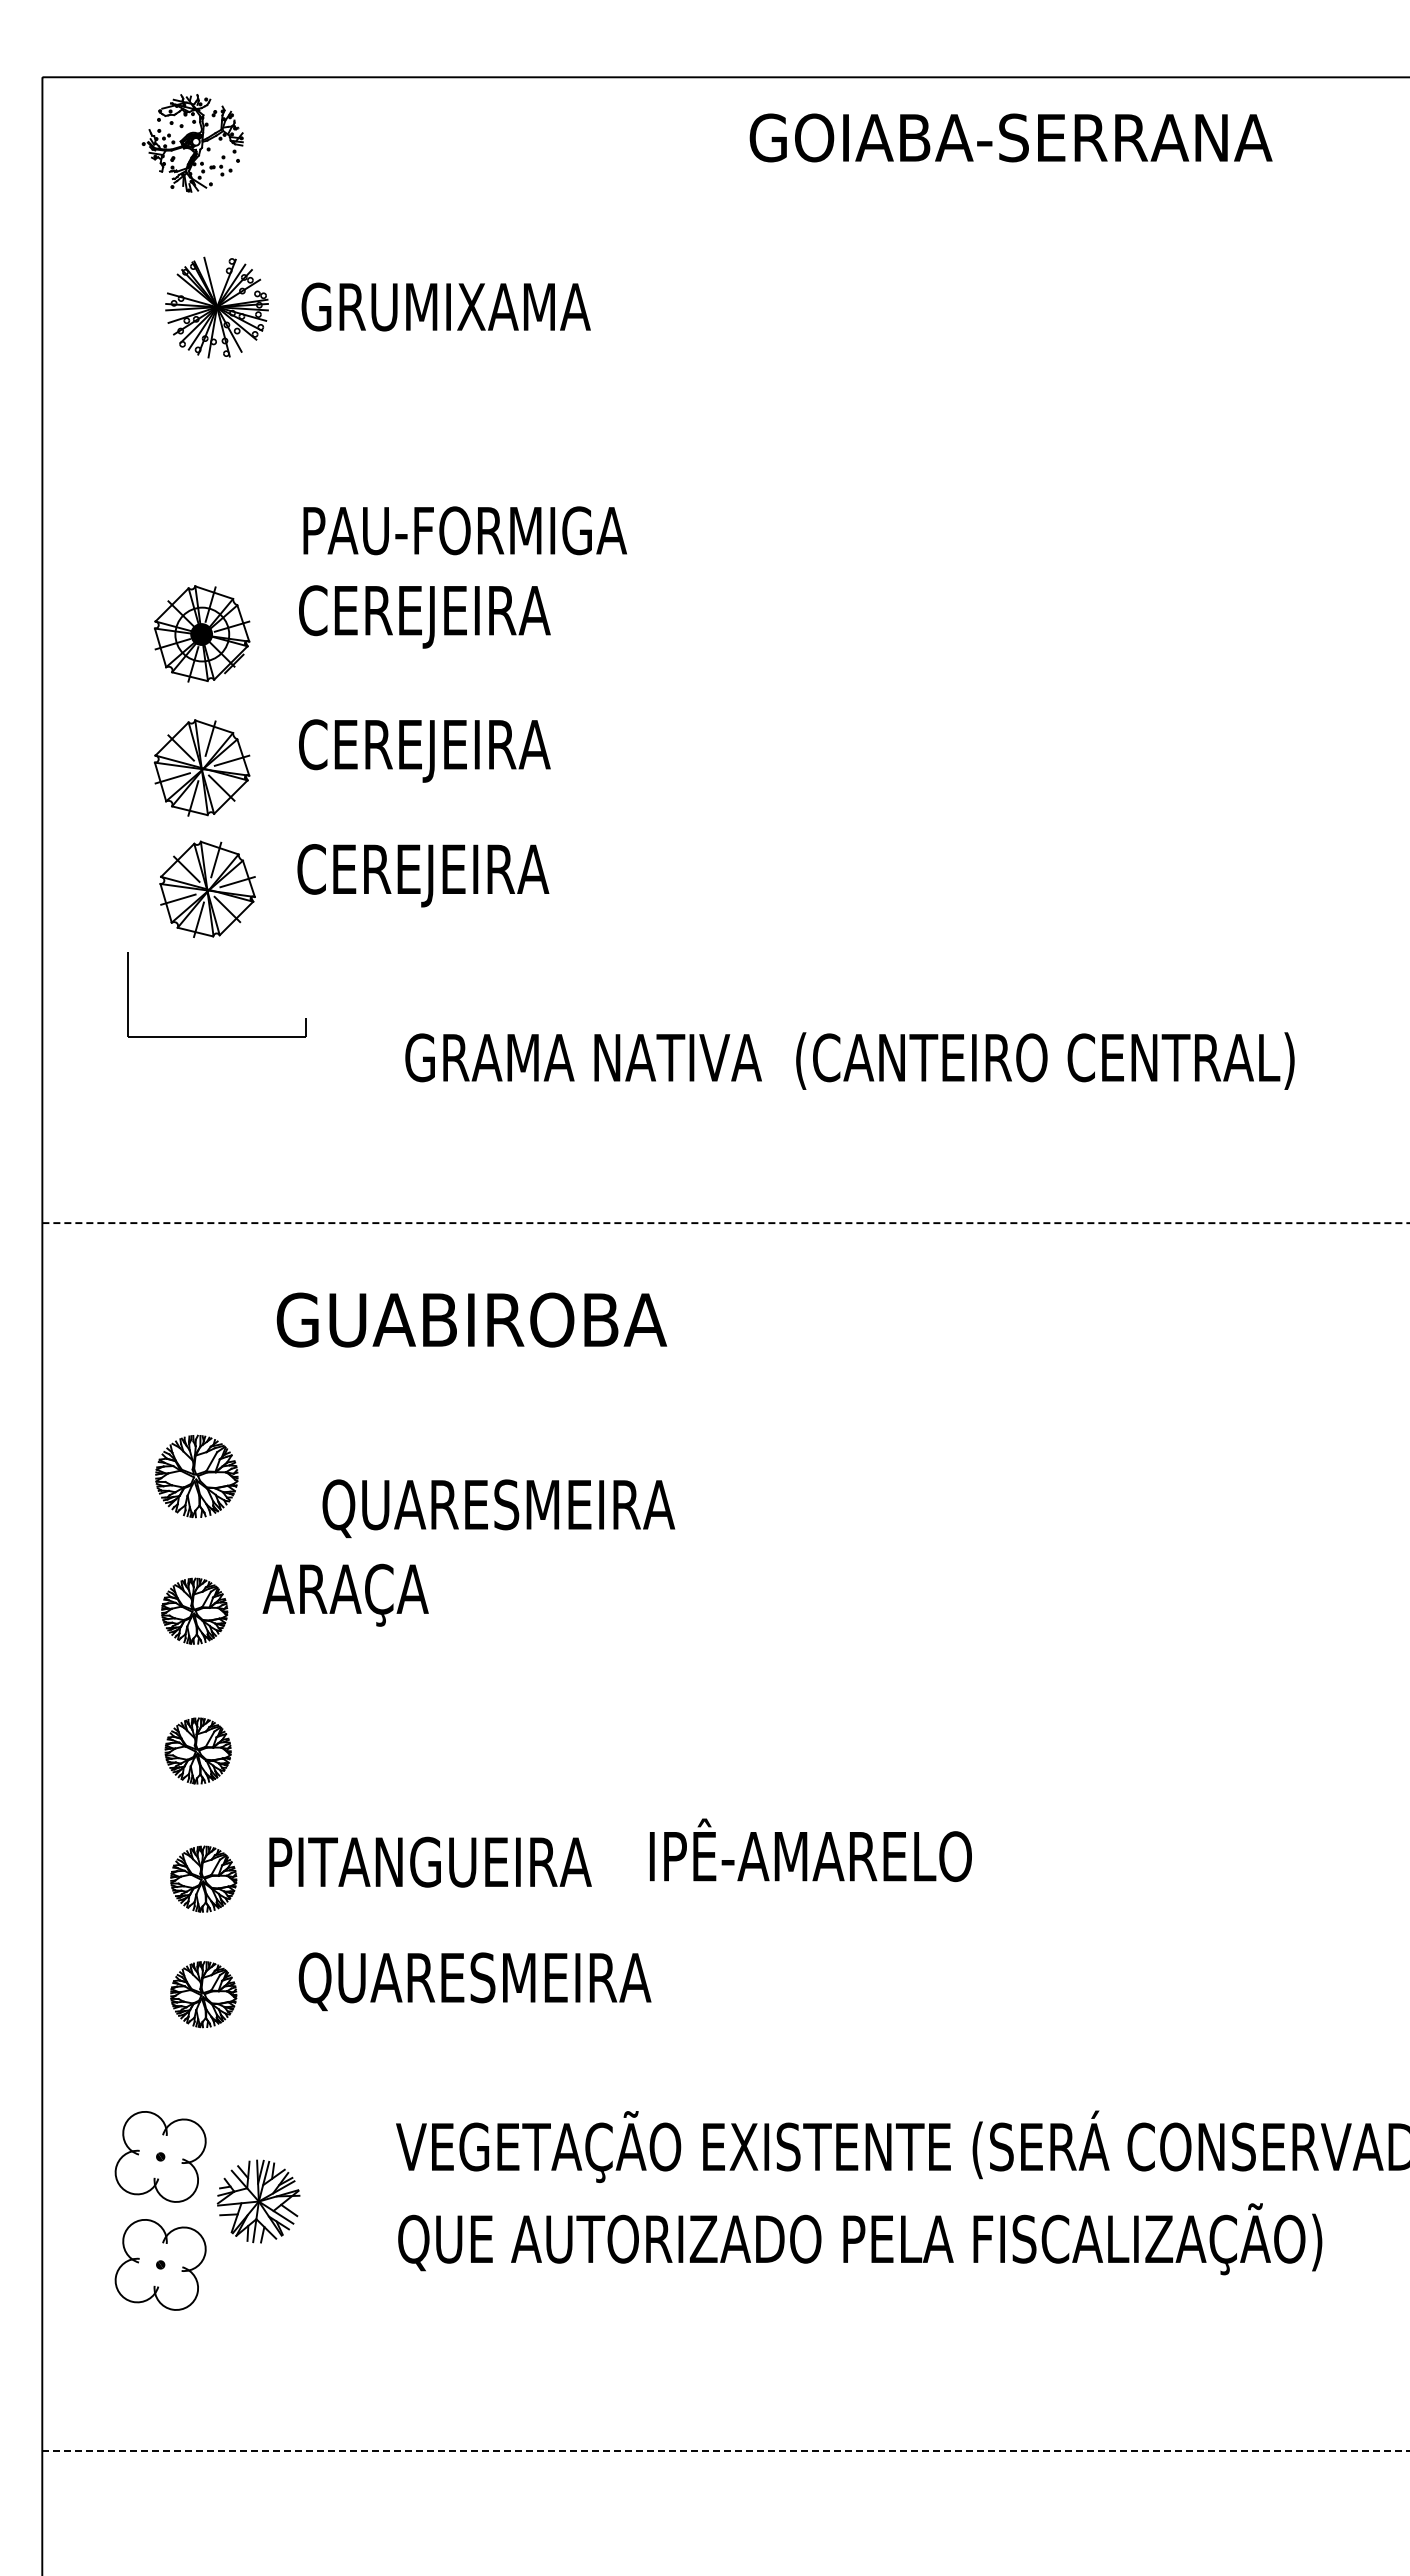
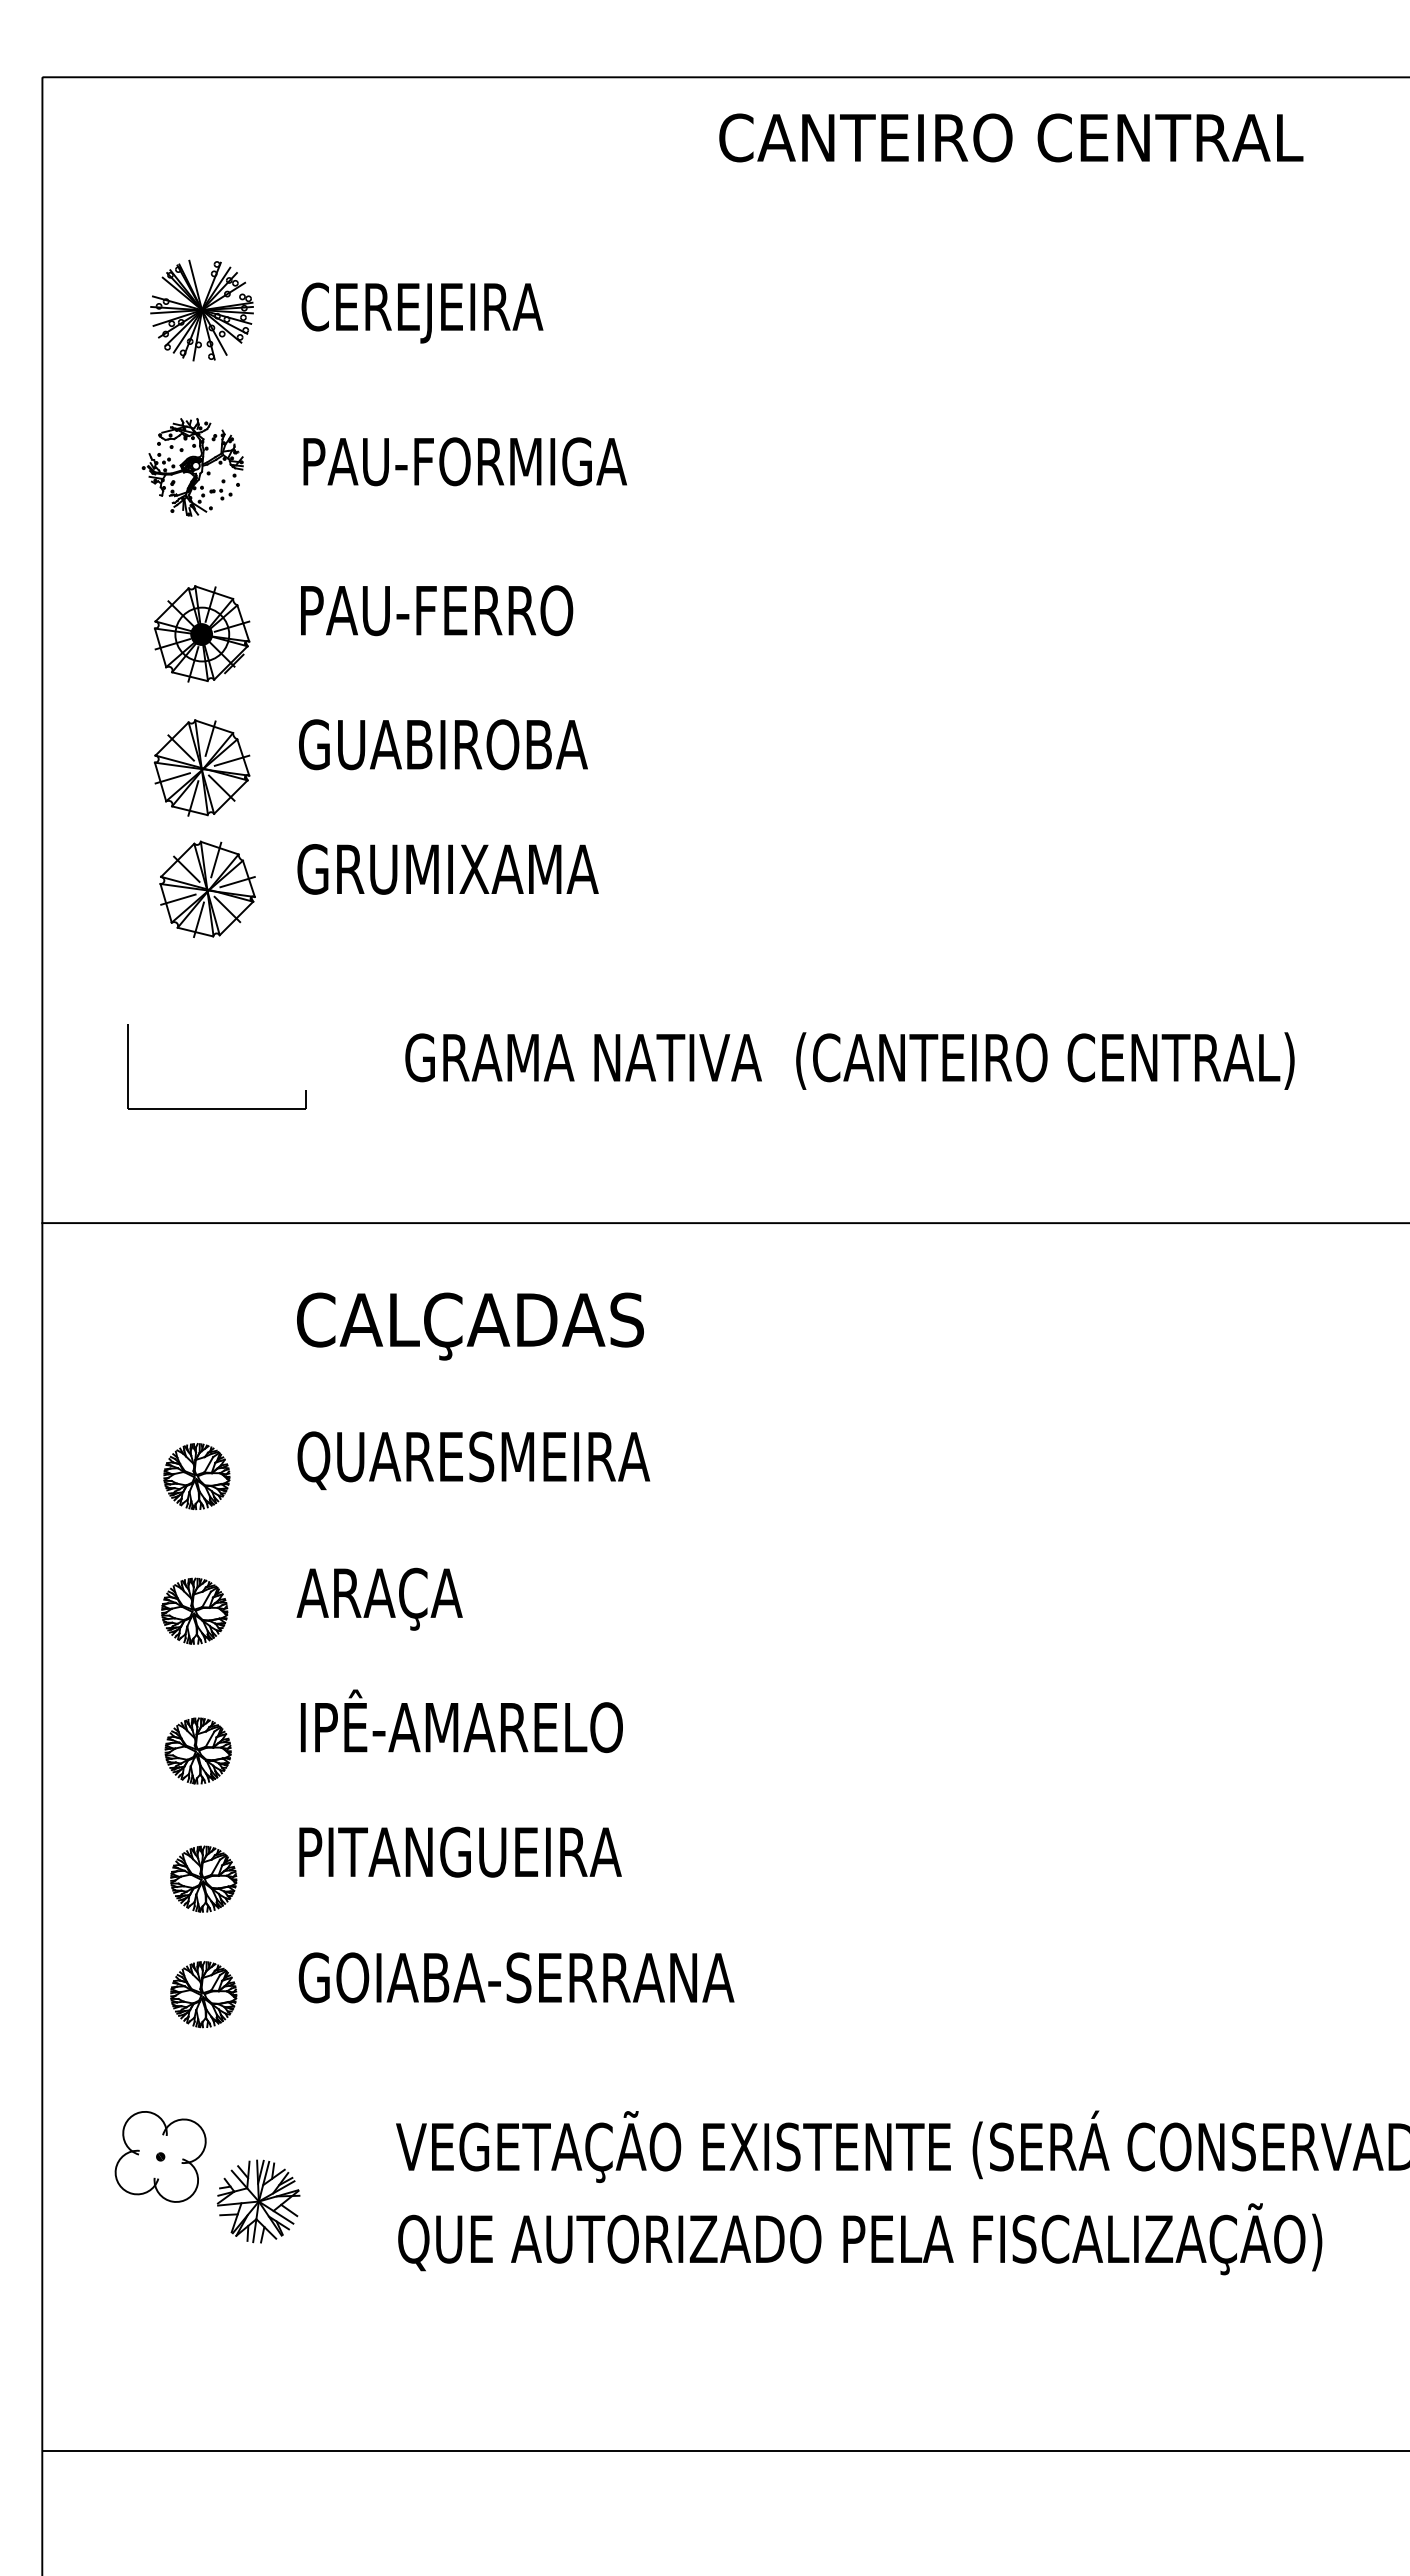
text at (1011, 137): GOIABA-SERRANA -> CANTEIRO CENTRAL
part at (192, 143) position: (192, 143) -> (192, 467)
part at (216, 307) position: (216, 307) -> (201, 310)
text at (454, 313): GRUMIXAMA -> CEREJEIRA
text at (464, 530) position: (464, 530) -> (464, 461)
text at (436, 616): CEREJEIRA -> PAU-FERRO
text at (452, 750): CEREJEIRA -> GUABIROBA
text at (456, 875): CEREJEIRA -> GRUMIXAMA
part at (216, 1036) position: (216, 1036) -> (216, 1108)
line at (726, 1223): dashed -> solid
text at (471, 1326): GUABIROBA -> CALÇADAS
part at (196, 1476) size: 84x85 px -> 68x68 px
text at (498, 1508) position: (498, 1508) -> (473, 1460)
text at (345, 1594) position: (345, 1594) -> (379, 1598)
text at (810, 1850) position: (810, 1850) -> (461, 1721)
text at (430, 1861) position: (430, 1861) -> (460, 1851)
text at (519, 1981): QUARESMEIRA -> GOIABA-SERRANA
part at (160, 2264): present -> none
line at (726, 2451): dashed -> solid
